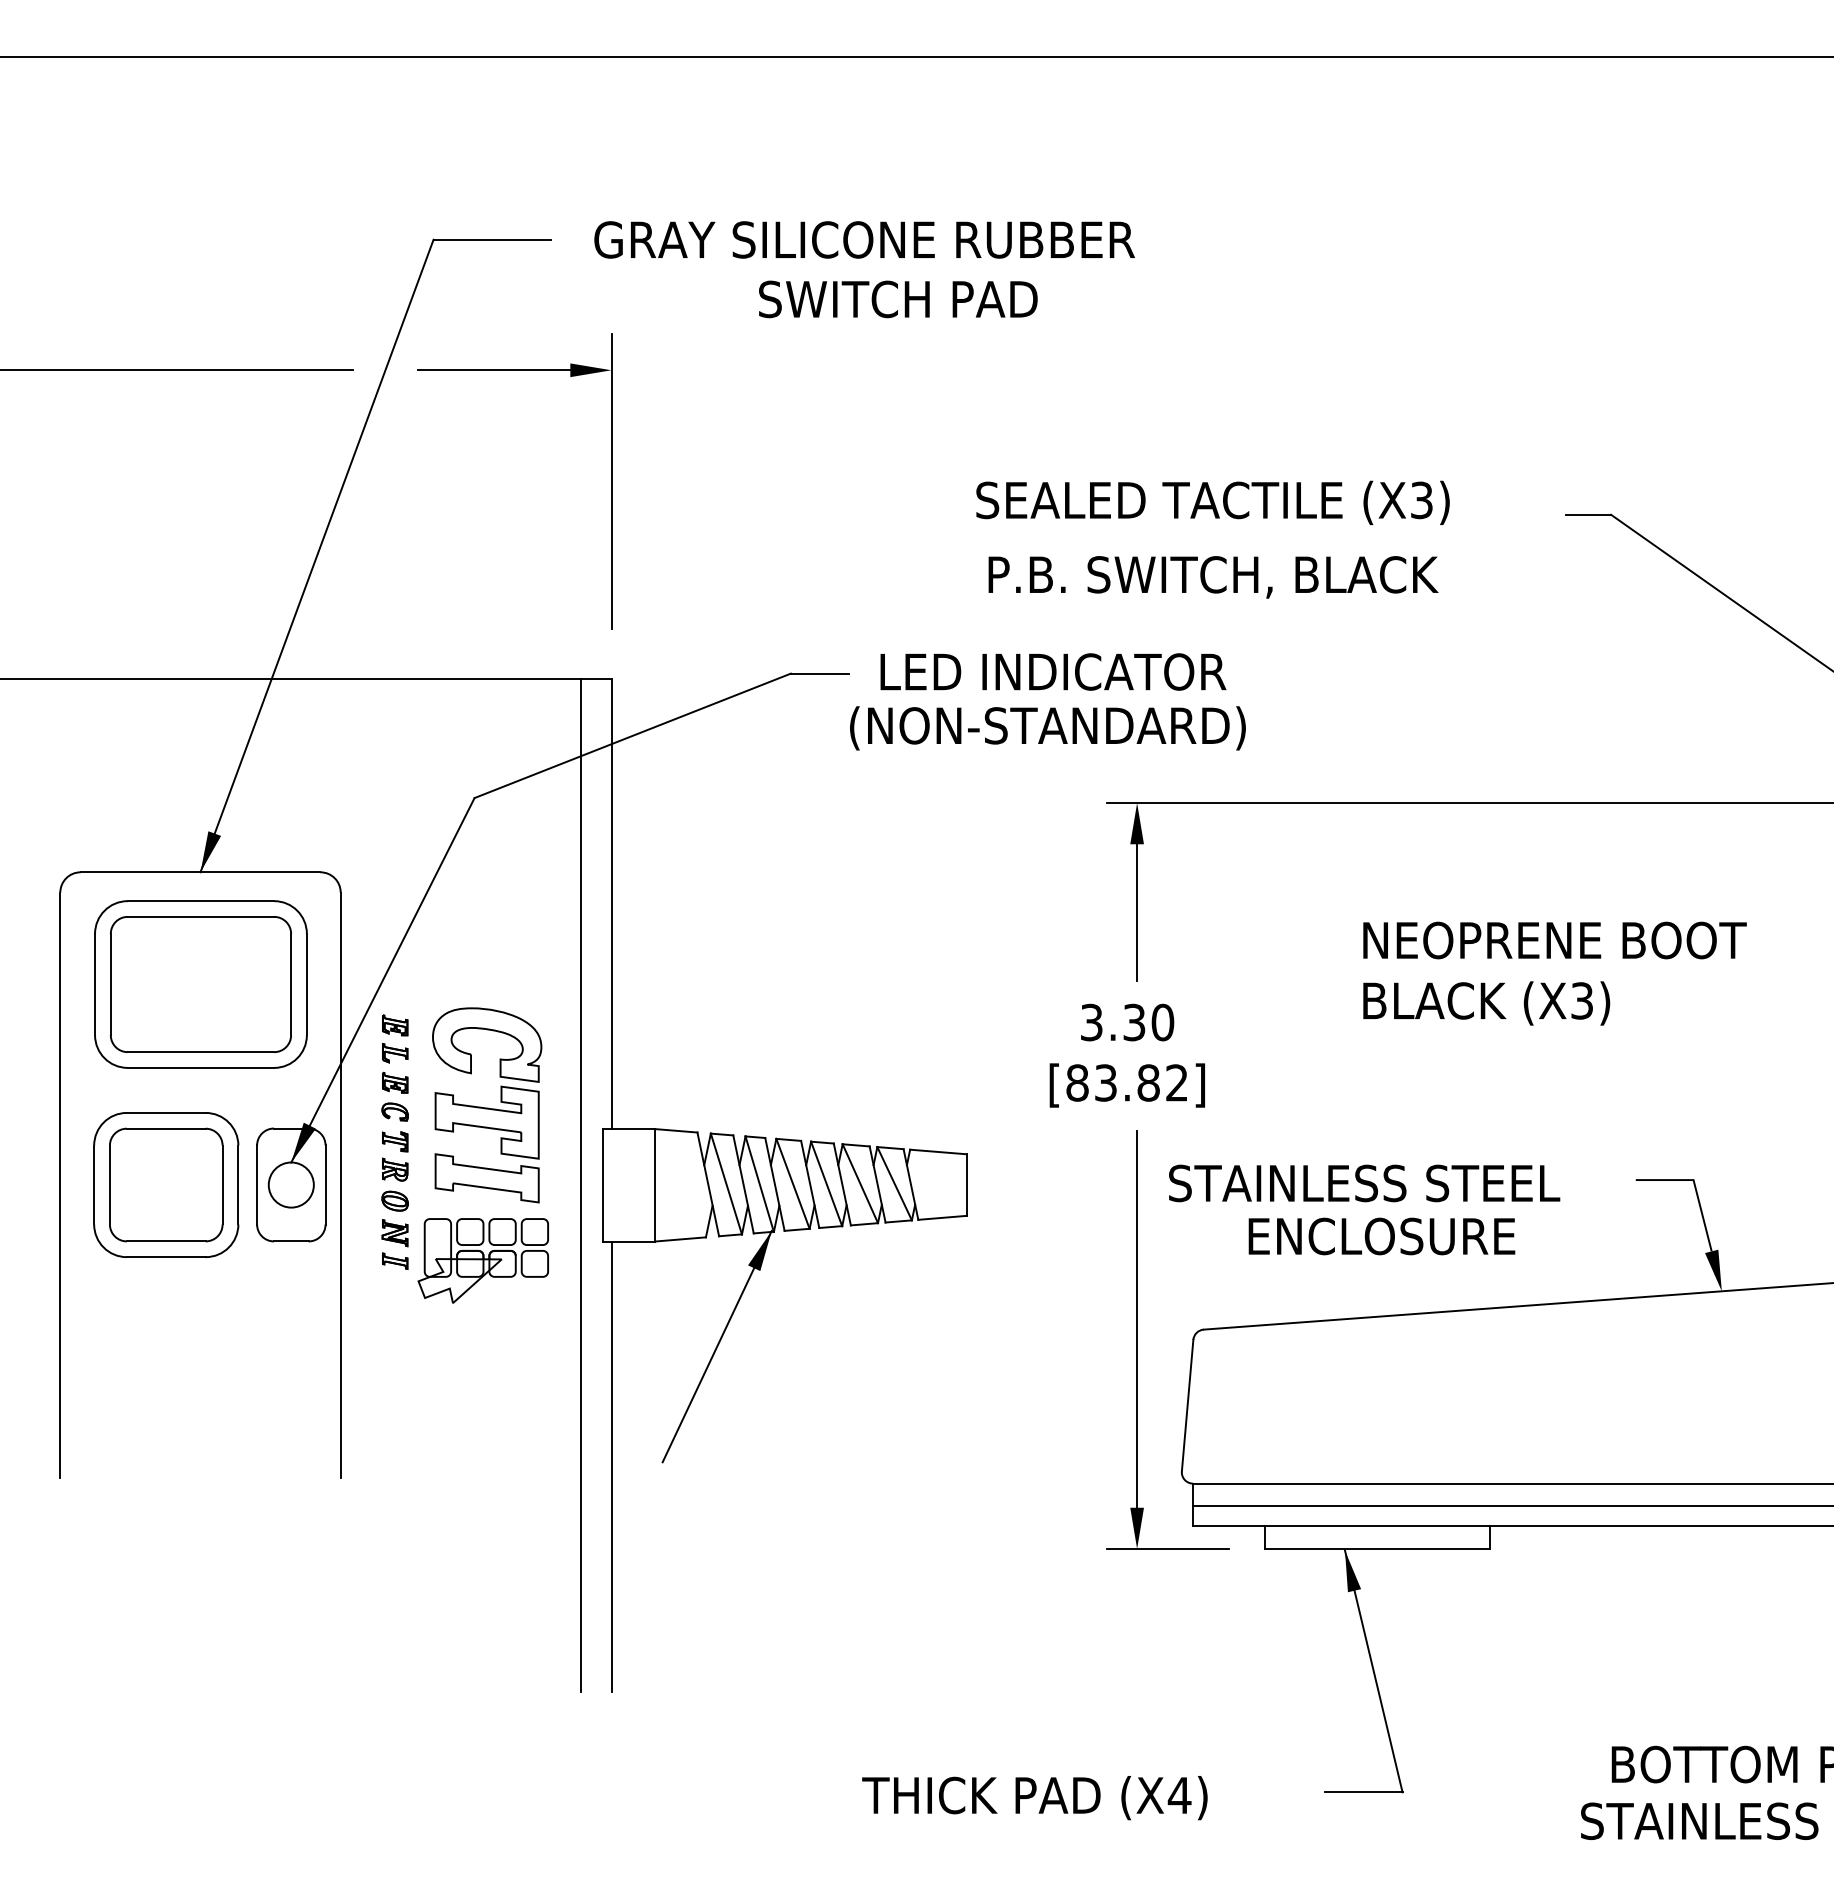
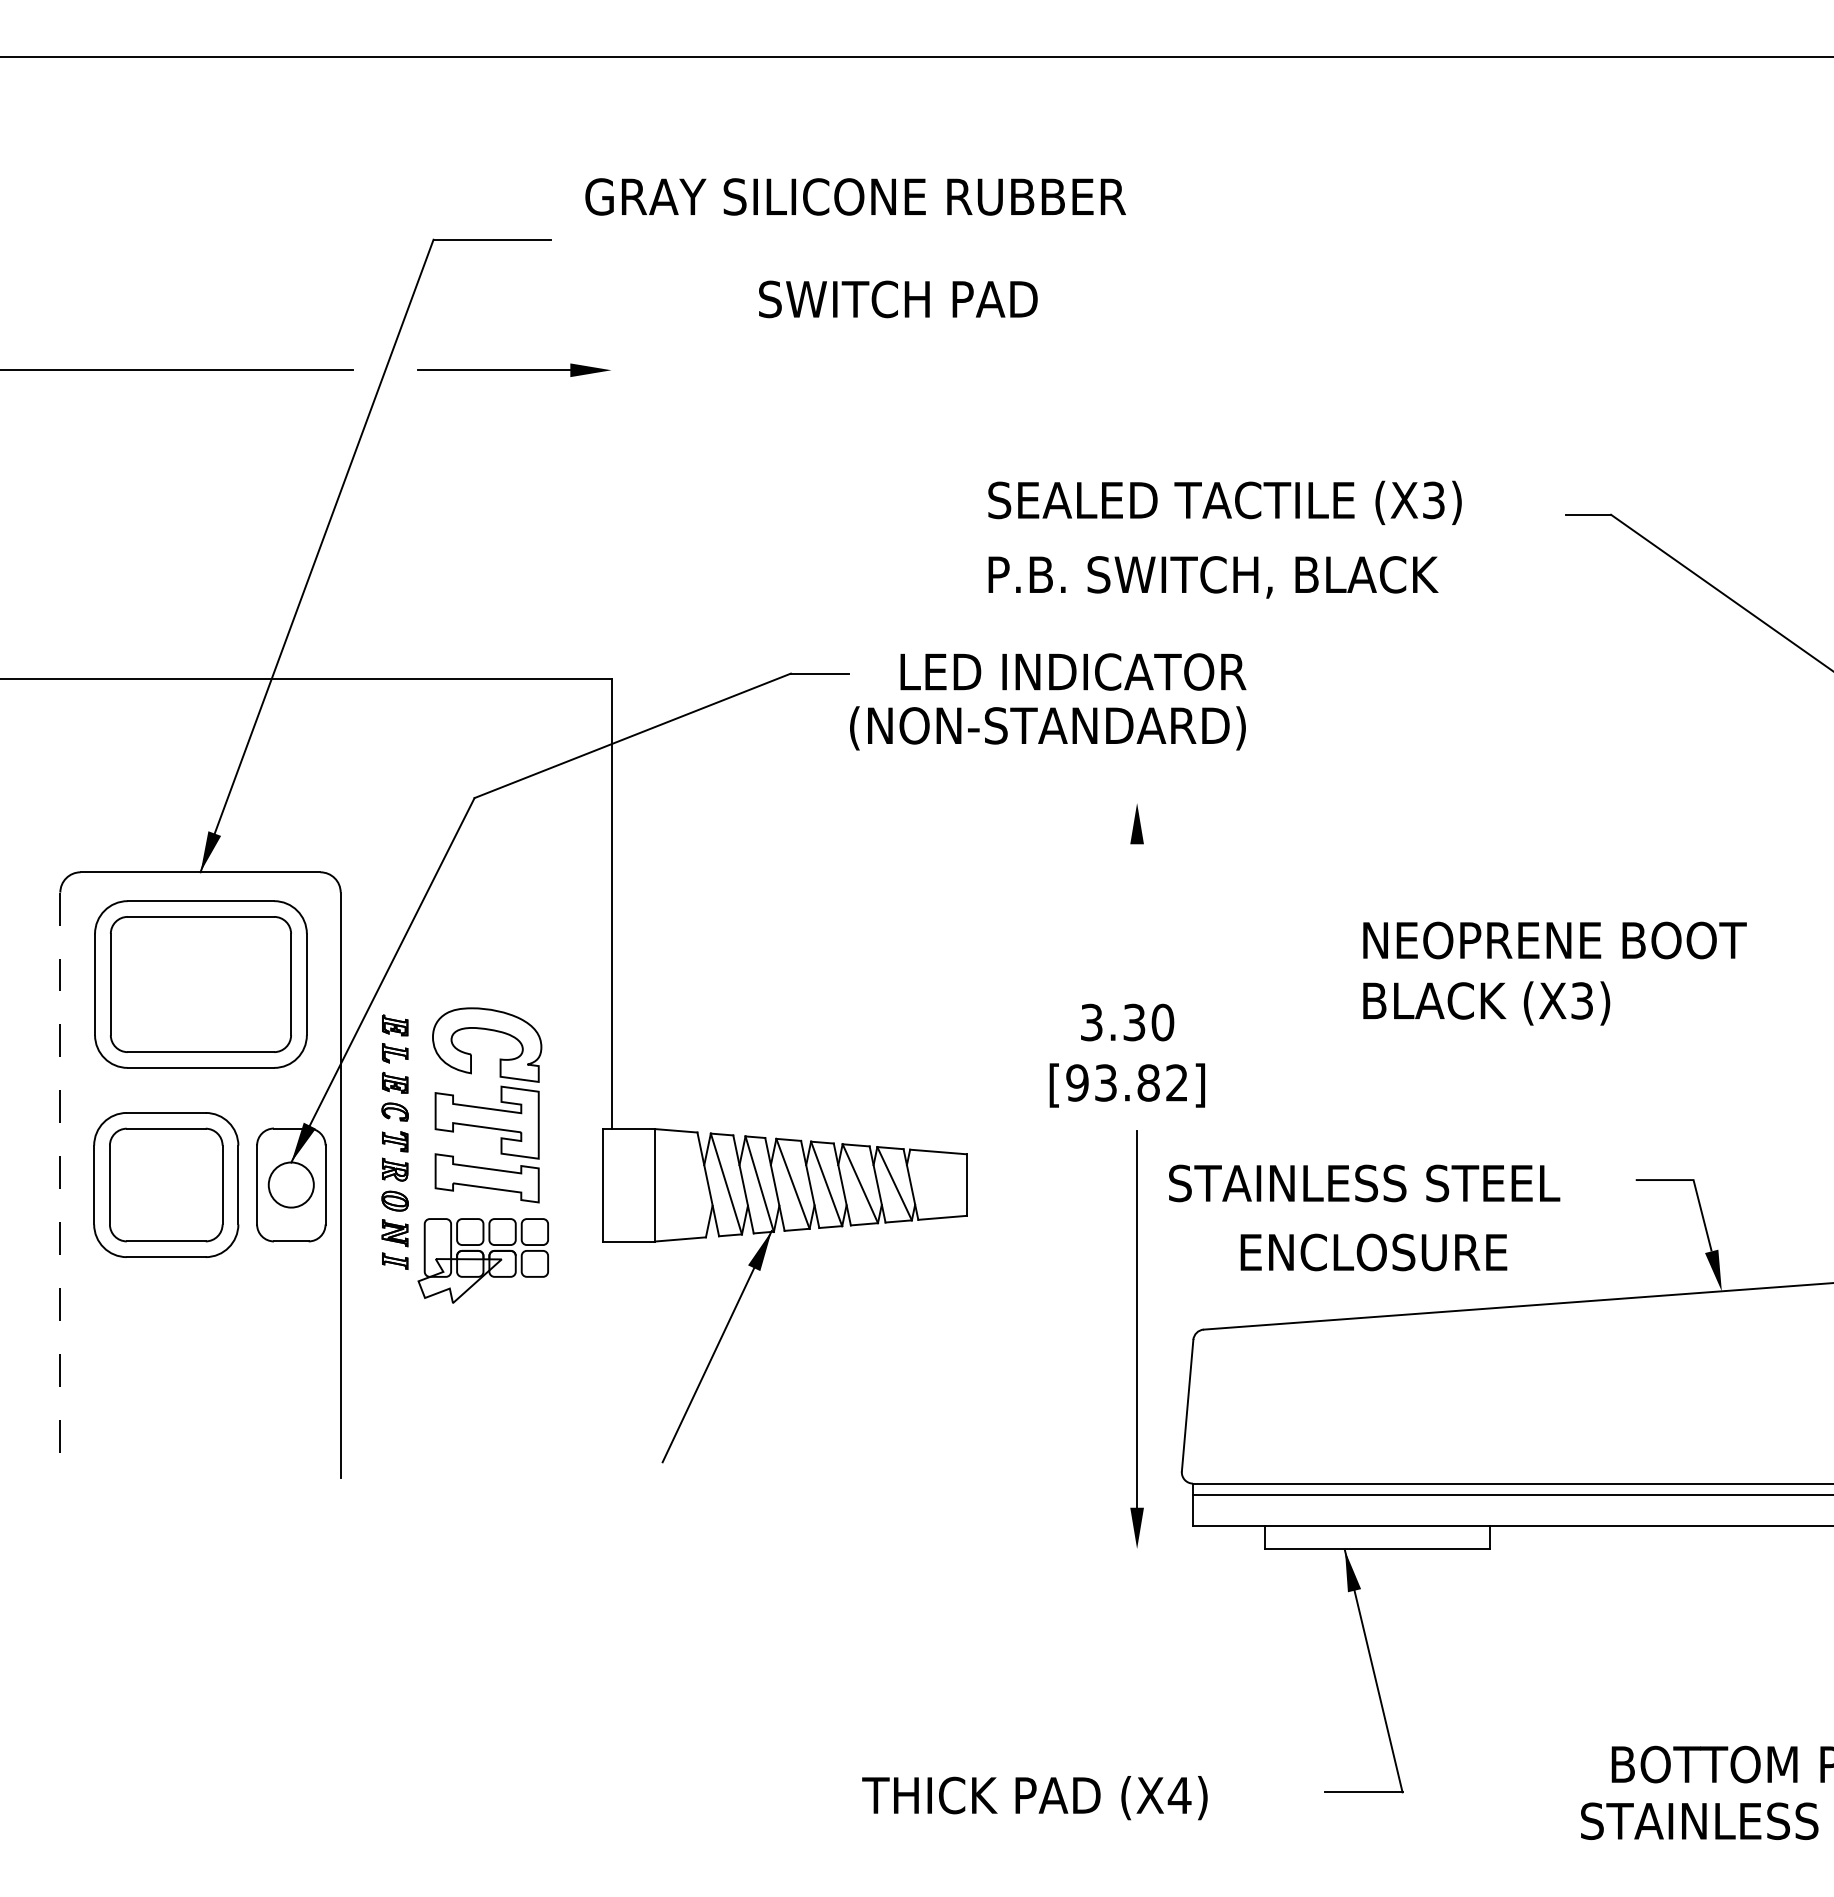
text at (864, 239) position: (864, 239) -> (855, 196)
line at (611, 481): present -> none
text at (1212, 502) position: (1212, 502) -> (1224, 502)
text at (1053, 671) position: (1053, 671) -> (1073, 671)
line at (1468, 803): present -> none
line at (1137, 912): present -> none
text at (1077, 1082): [83.82] -> [93.82]
line at (581, 1184): present -> none
line at (60, 1185): solid -> dashed
text at (1381, 1236) position: (1381, 1236) -> (1373, 1252)
line at (611, 1466): present -> none
line at (1511, 1506) position: (1511, 1506) -> (1511, 1495)
line at (1167, 1548): present -> none
